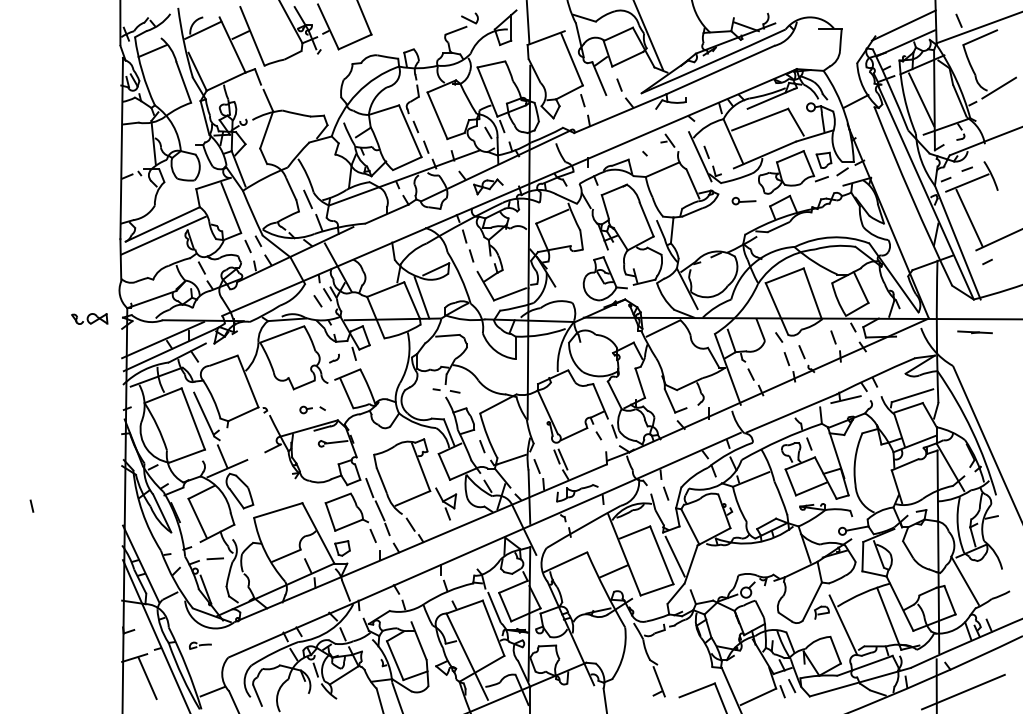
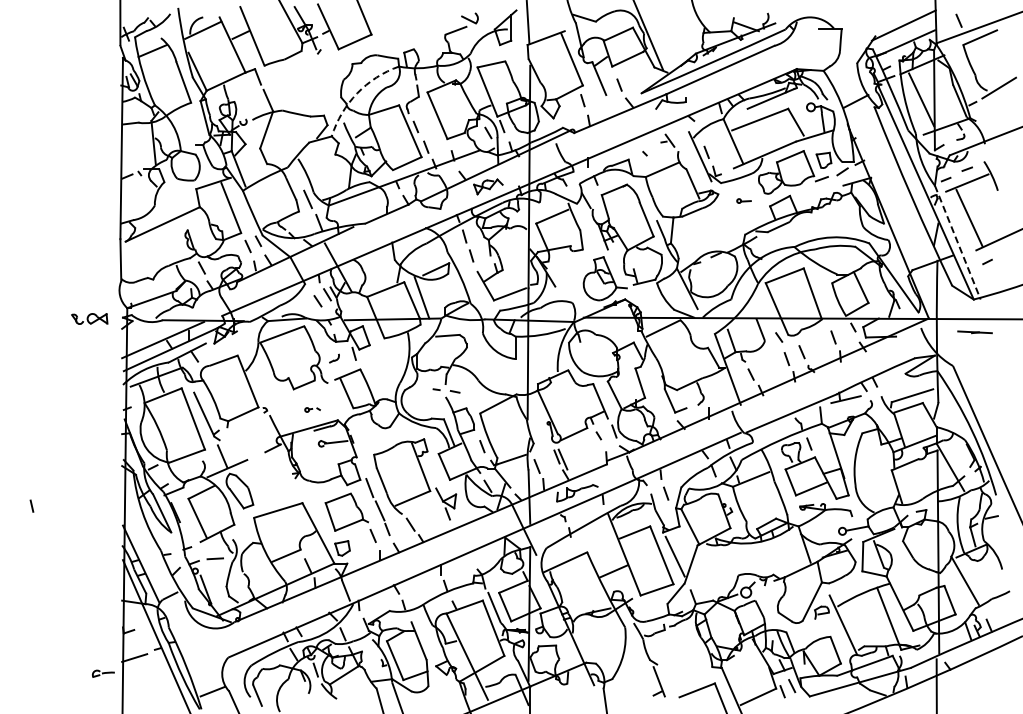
arc at (357, 93): solid -> dashed
part at (743, 200) size: 26x10 px -> 16x6 px
line at (163, 235): present -> none
line at (957, 243): solid -> dashed
part at (312, 409) size: 27x10 px -> 17x6 px
part at (200, 645) position: (200, 645) -> (103, 673)
line at (147, 678): present -> none
line at (962, 691): present -> none
